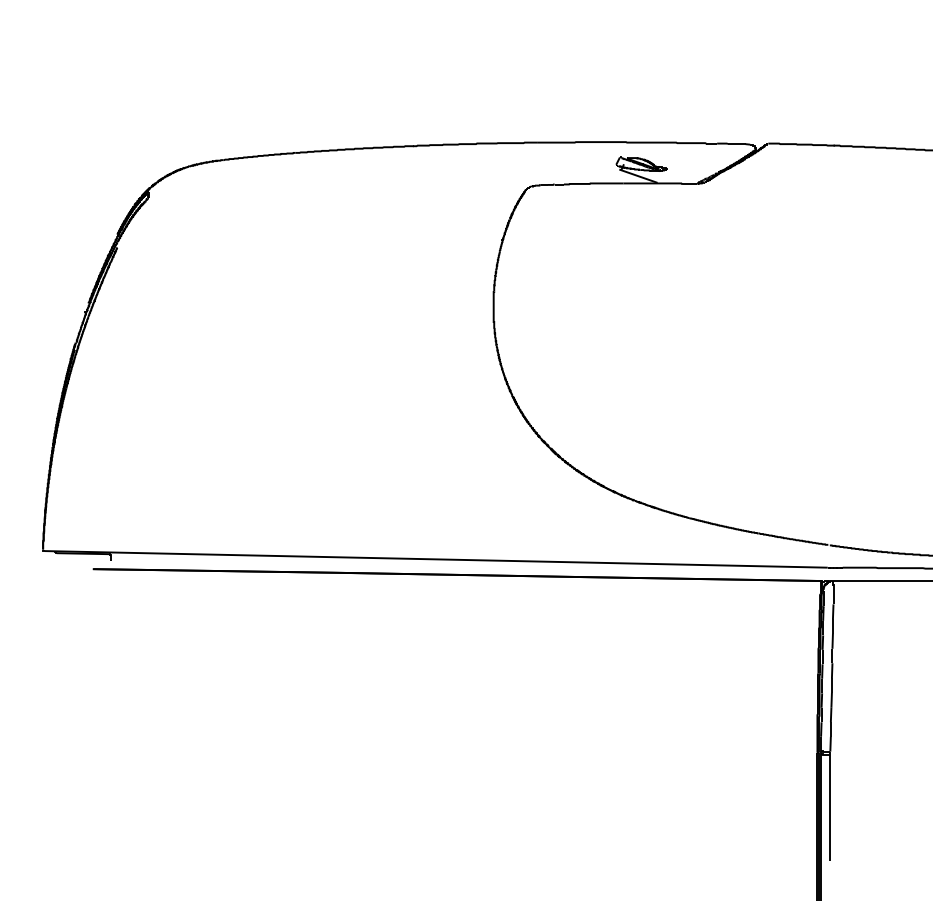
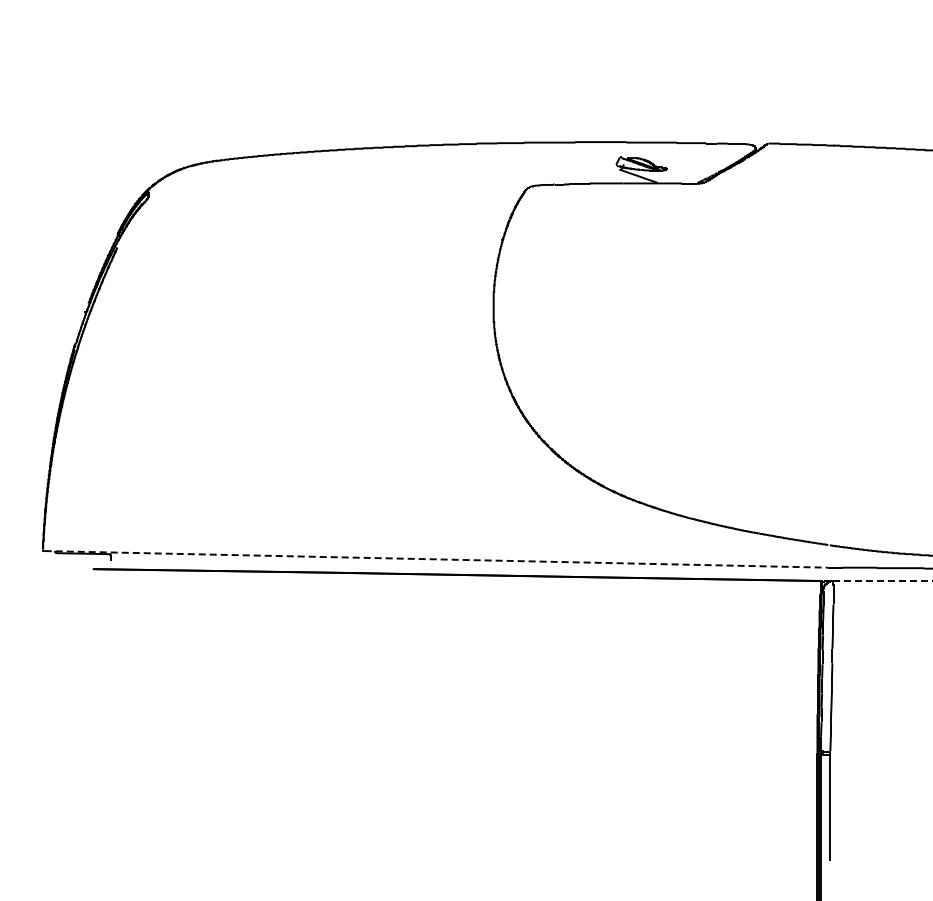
line at (436, 559): solid -> dashed
line at (882, 581): solid -> dashed
